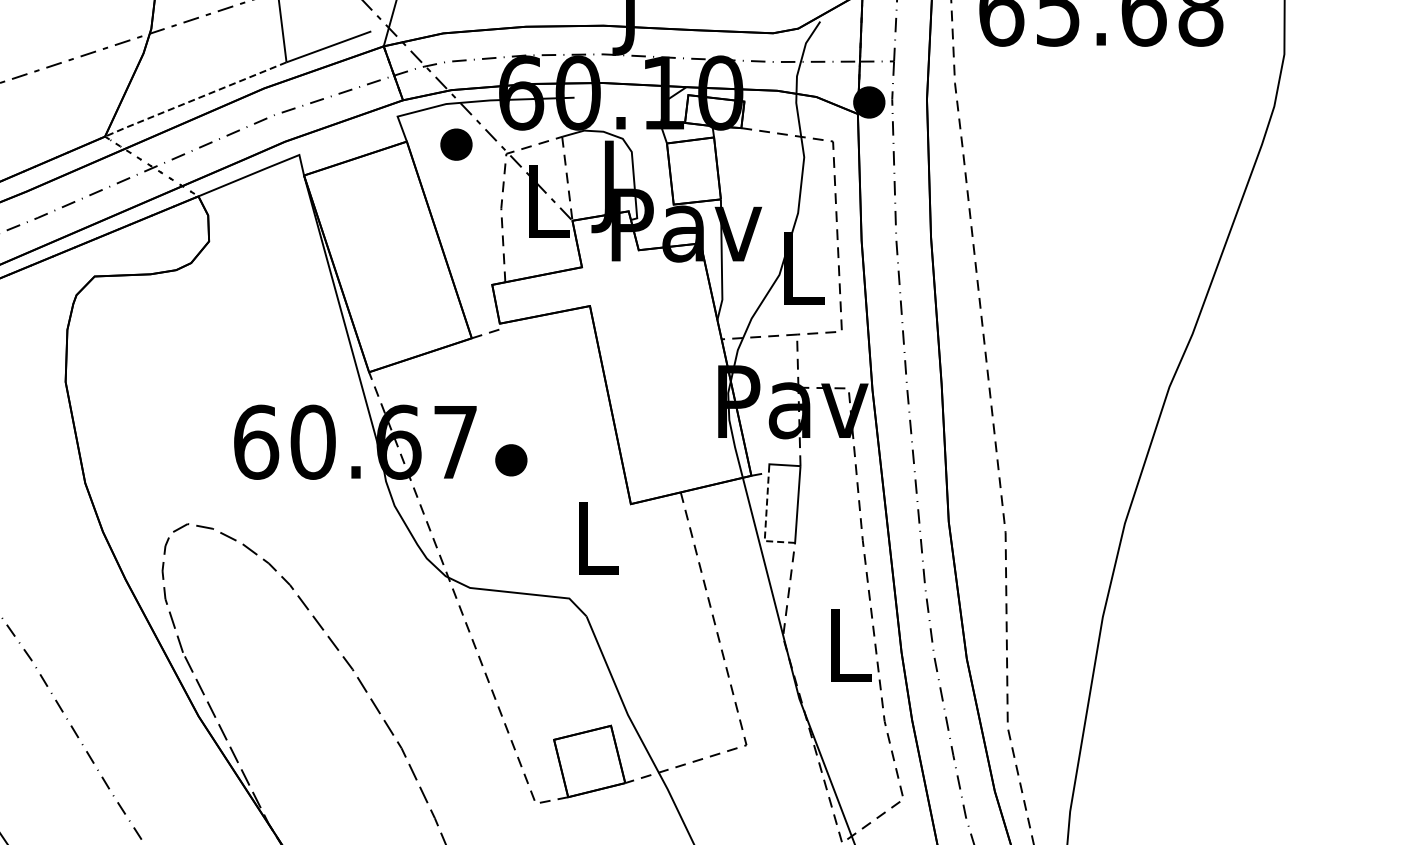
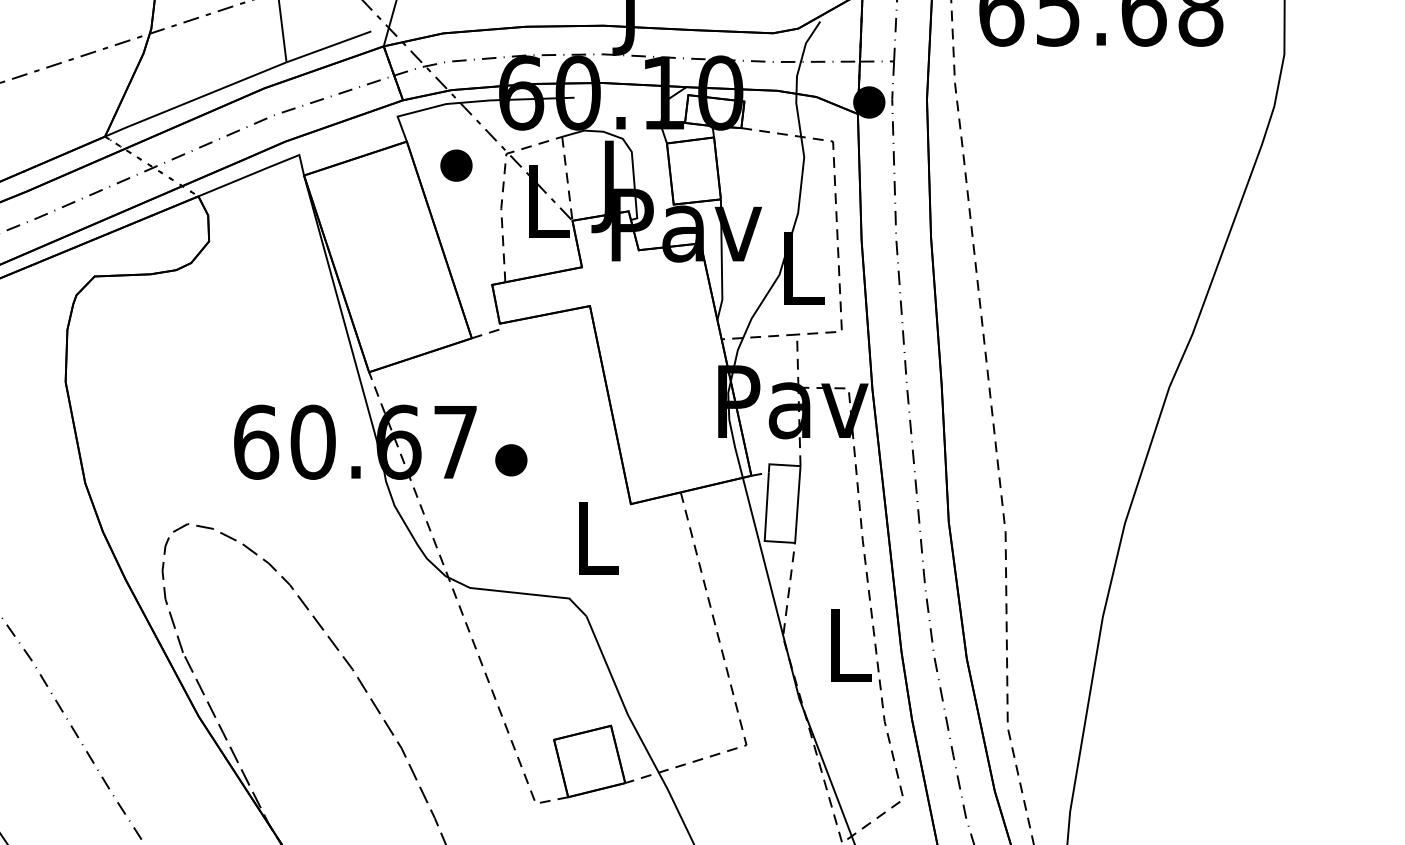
line at (195, 99): dashed -> solid
part at (456, 144) position: (456, 144) -> (456, 165)
line at (765, 522): dashed -> solid
